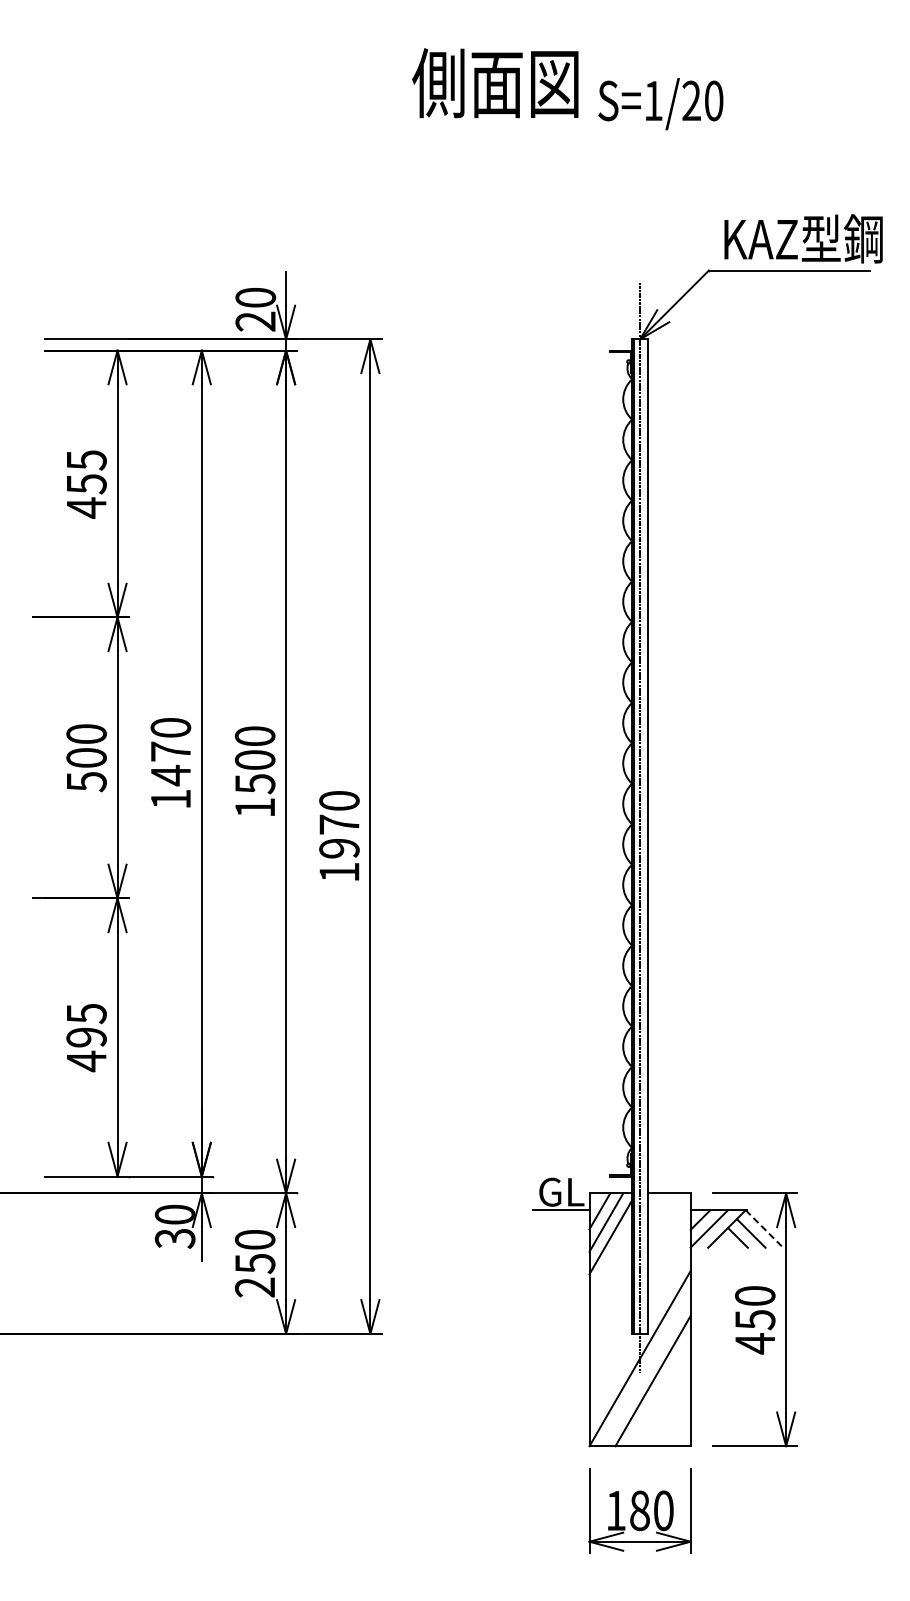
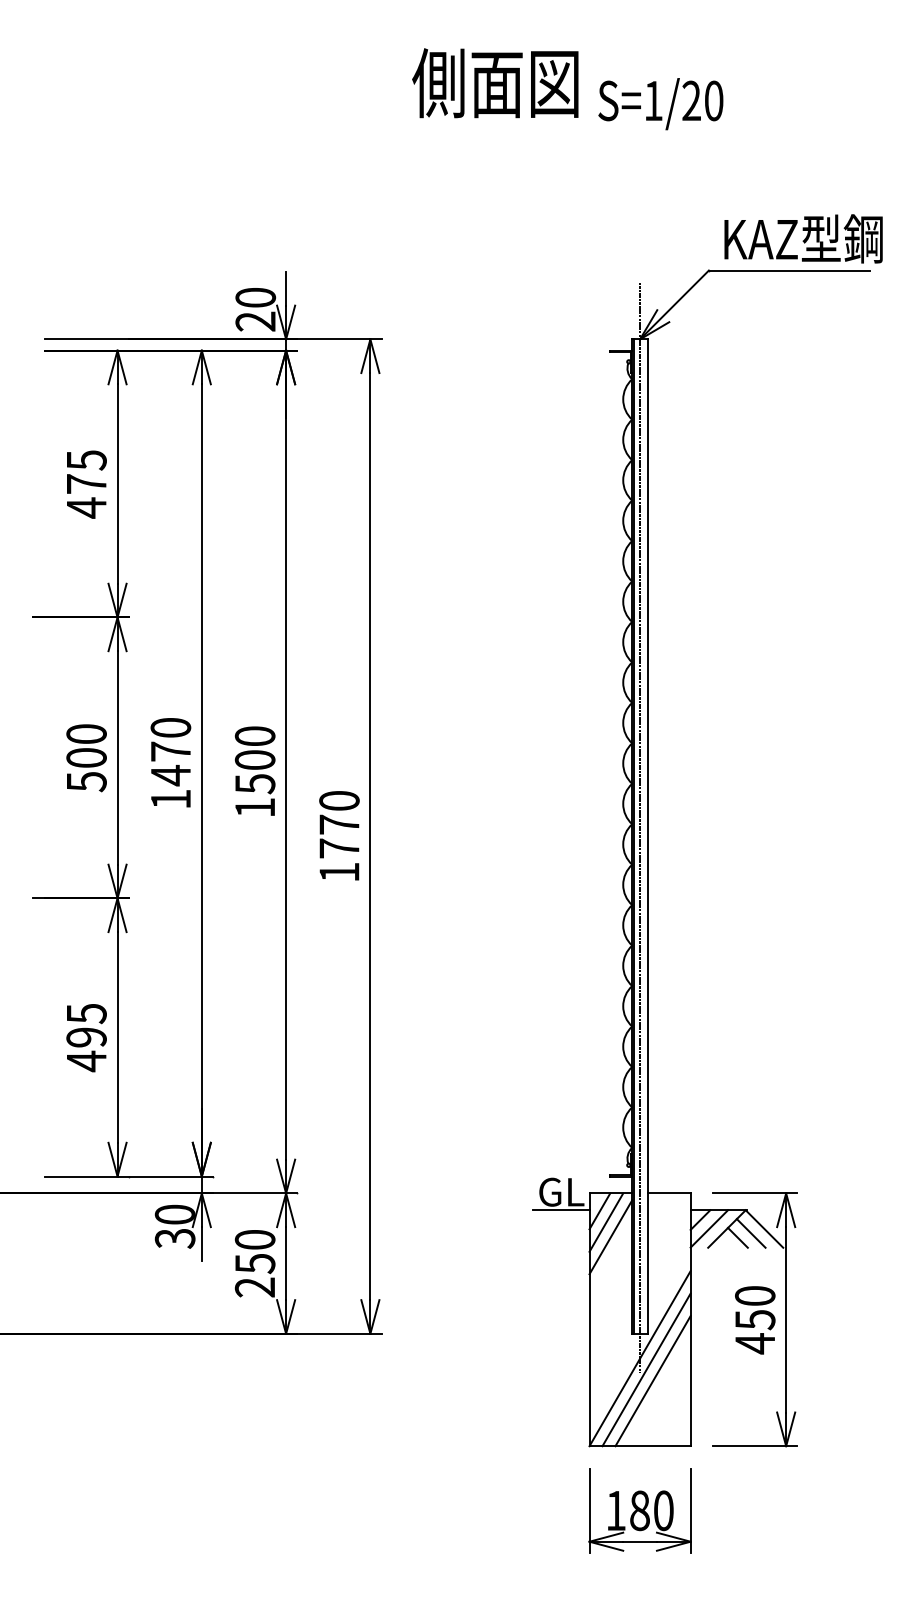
text at (86, 484): 455 -> 475
text at (339, 848): 1970 -> 1770
line at (764, 1229): dashed -> solid
line at (646, 1369): none -> present
